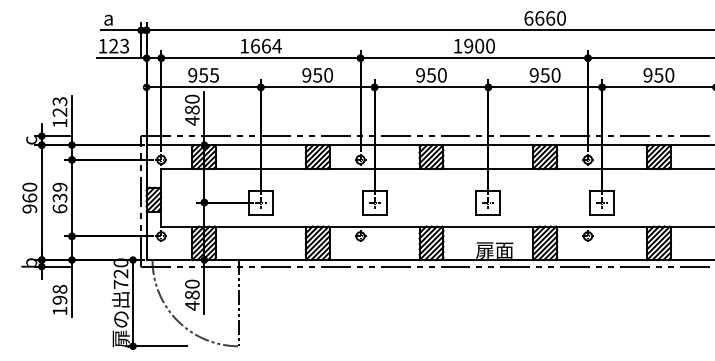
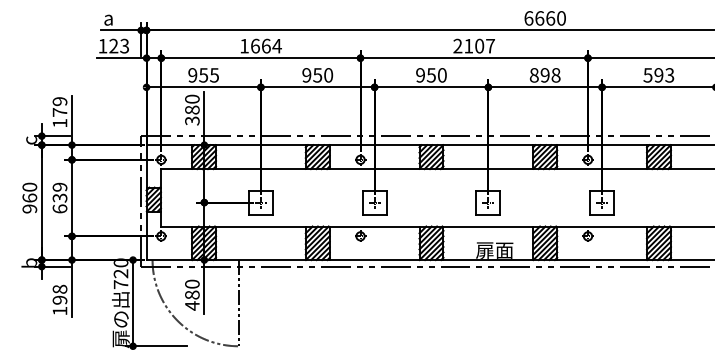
text at (473, 45): 1900 -> 2107
text at (544, 75): 950 -> 898
text at (658, 75): 950 -> 593
text at (59, 106): 123 -> 179
text at (192, 120): 480 -> 380
